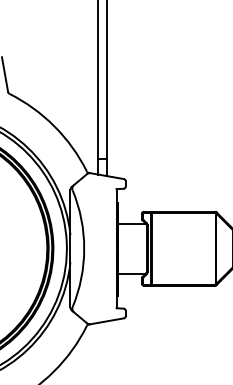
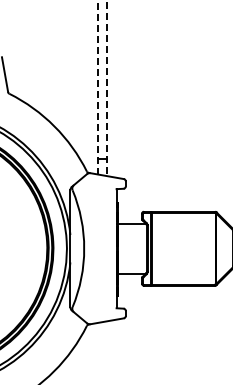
line at (98, 87): solid -> dashed
line at (107, 88): solid -> dashed
